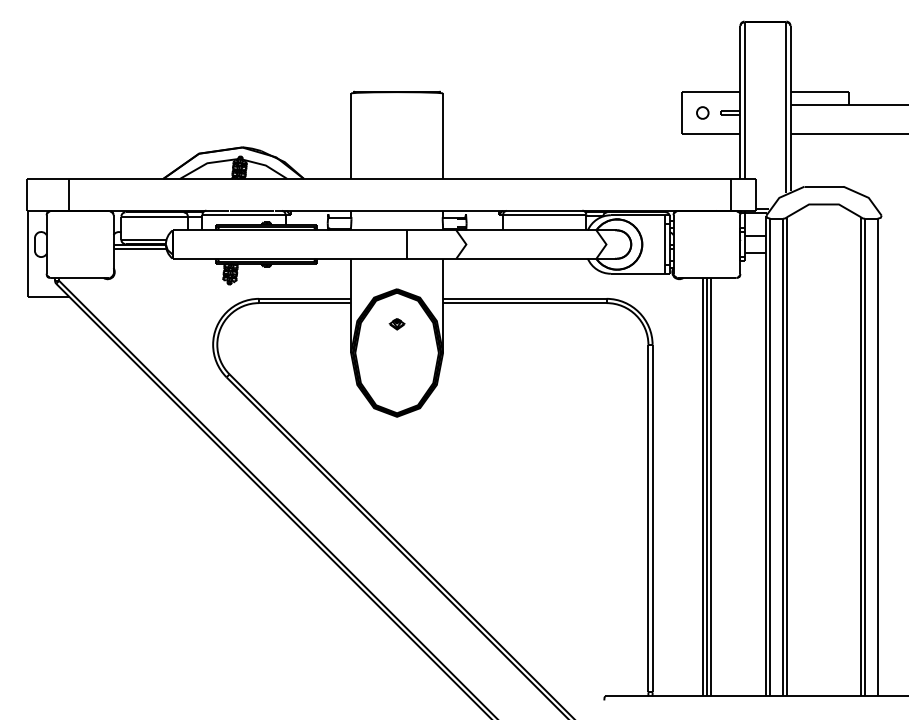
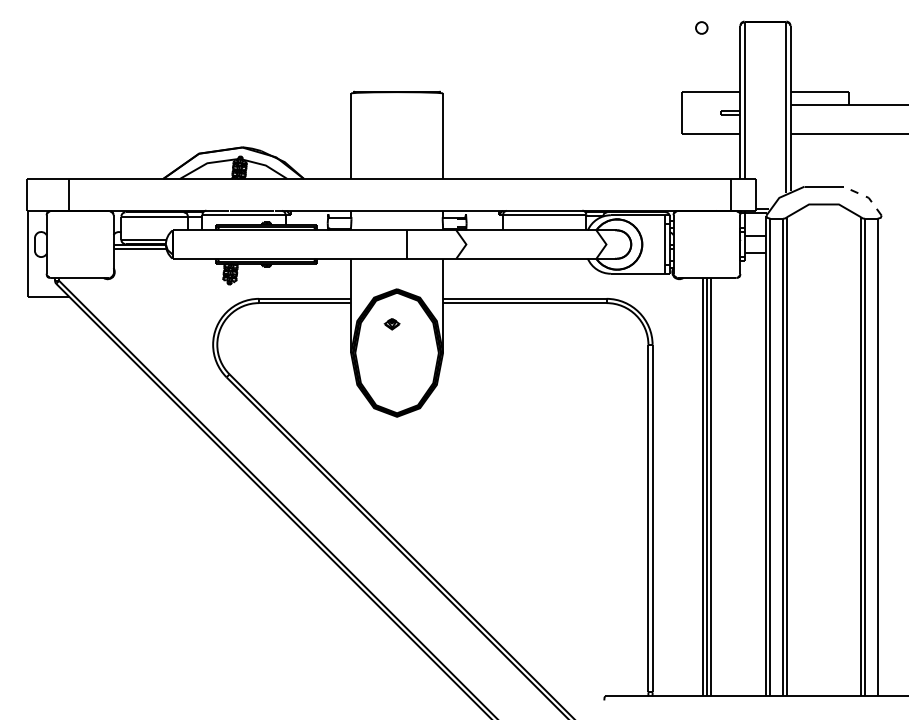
part at (702, 112) position: (702, 112) -> (701, 27)
line at (866, 197): solid -> dashed
part at (396, 324) position: (396, 324) -> (391, 324)
